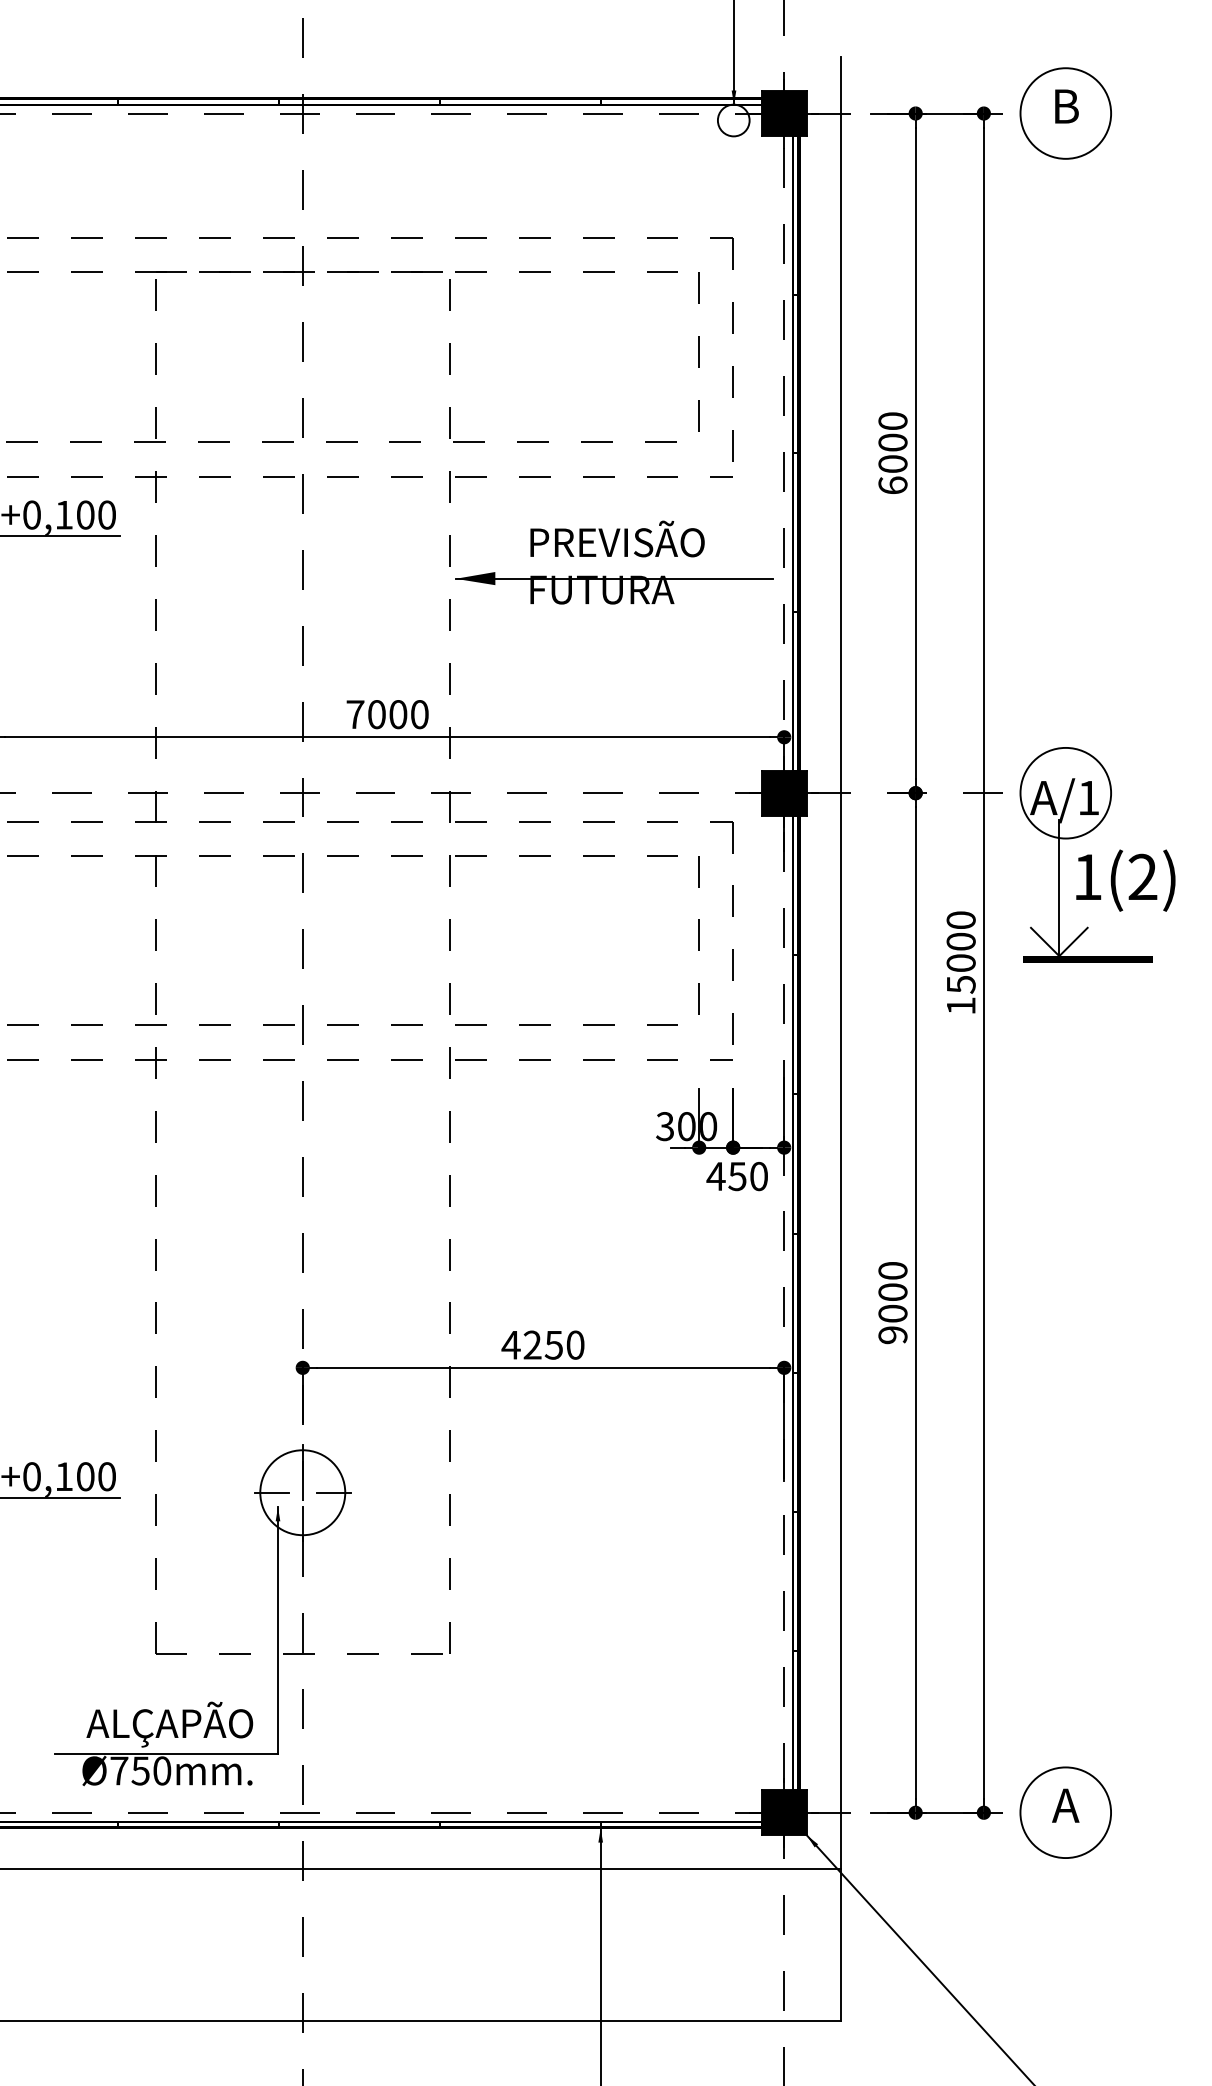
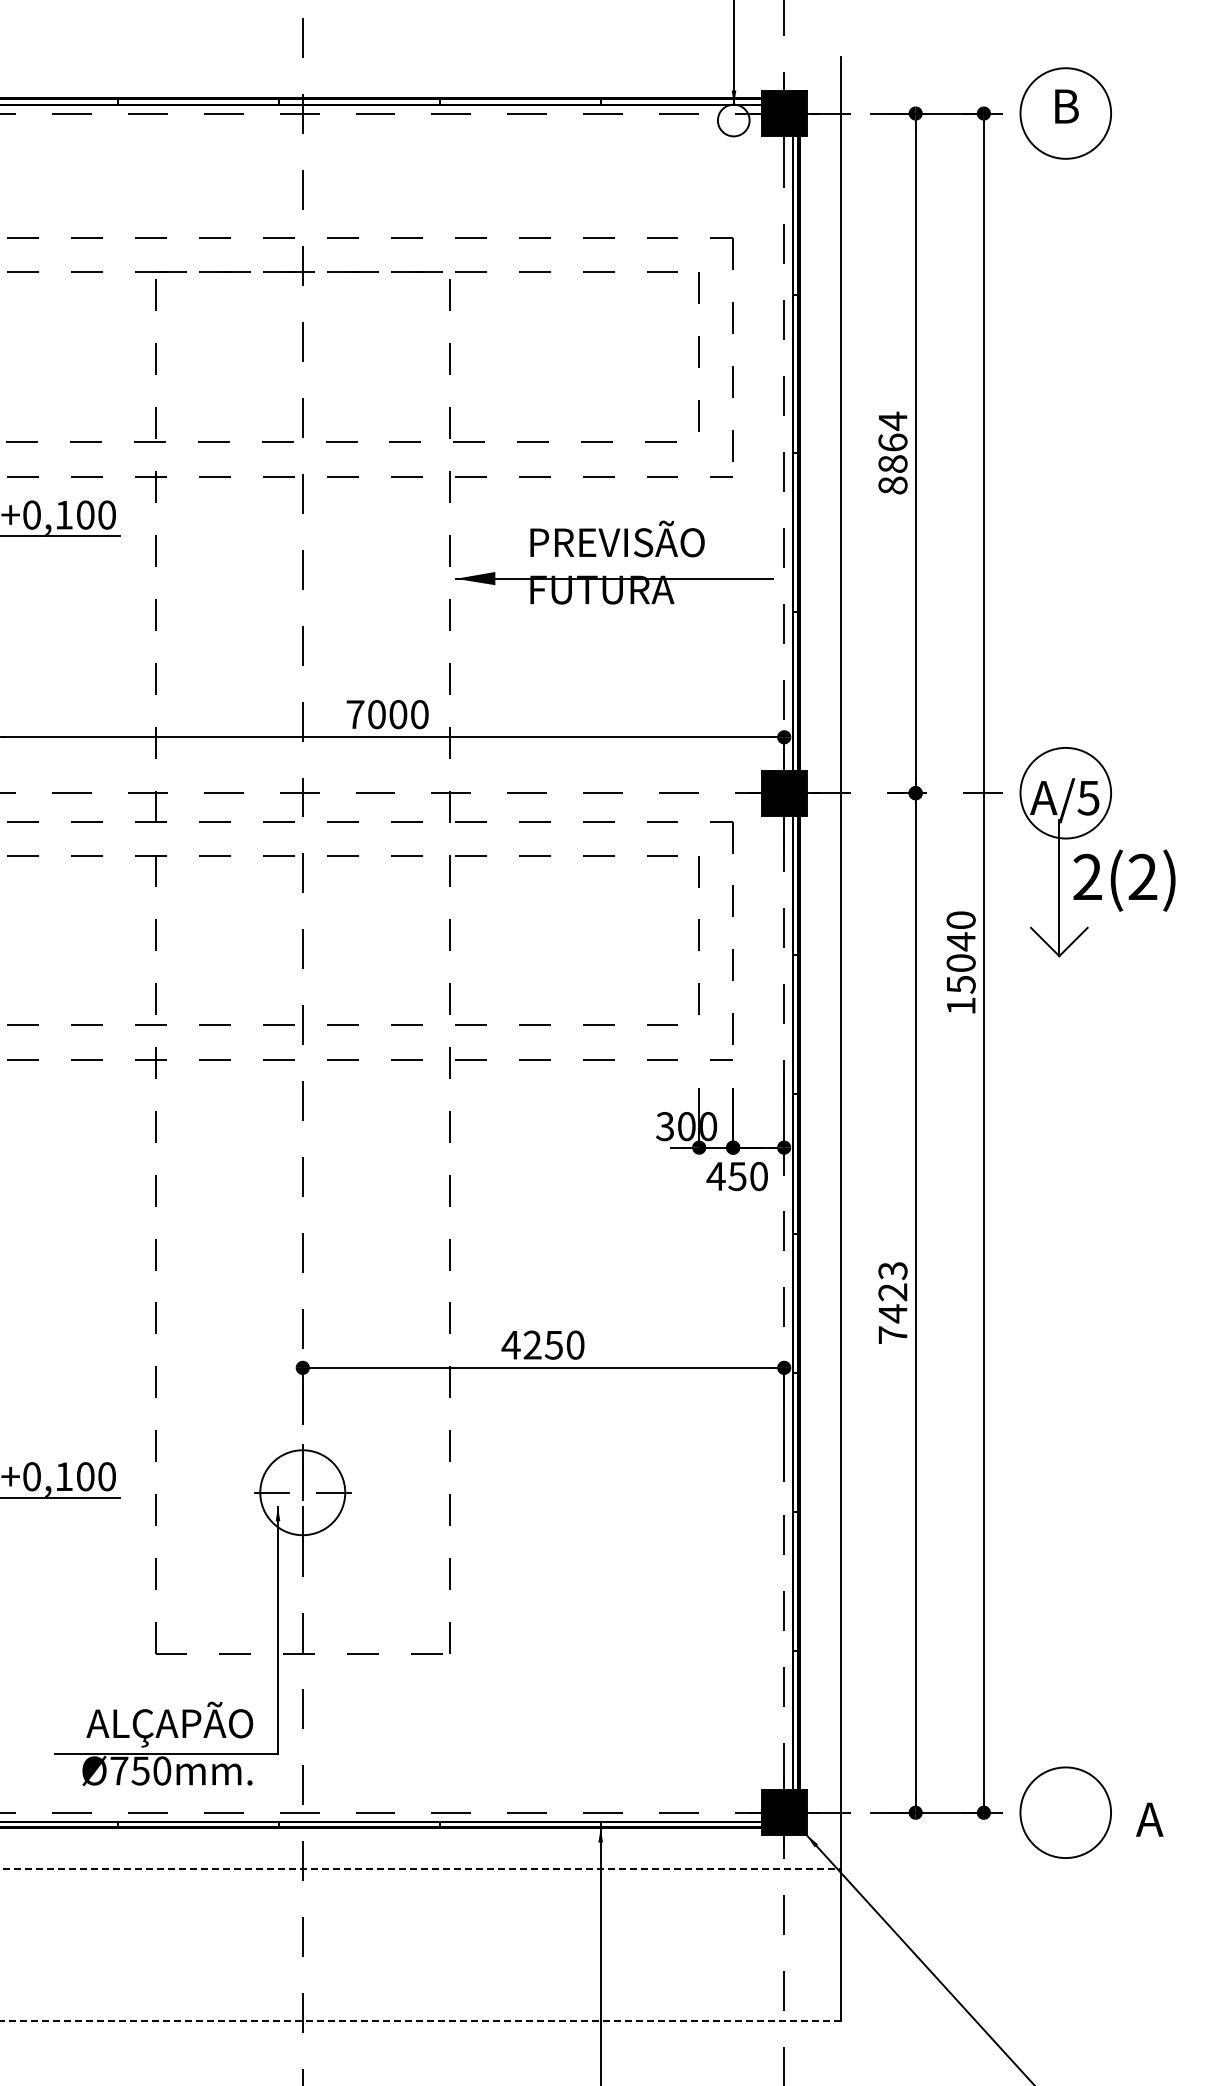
text at (892, 452): 6000 -> 8864
text at (1088, 798): /1 -> /5
text at (1087, 876): 1(2) -> 2(2)
text at (960, 941): 15000 -> 15040
fill at (1087, 959): present -> none
text at (892, 1303): 9000 -> 7423
text at (1065, 1805) position: (1065, 1805) -> (1149, 1819)
line at (420, 1869): solid -> dashed
line at (420, 2021): solid -> dashed
